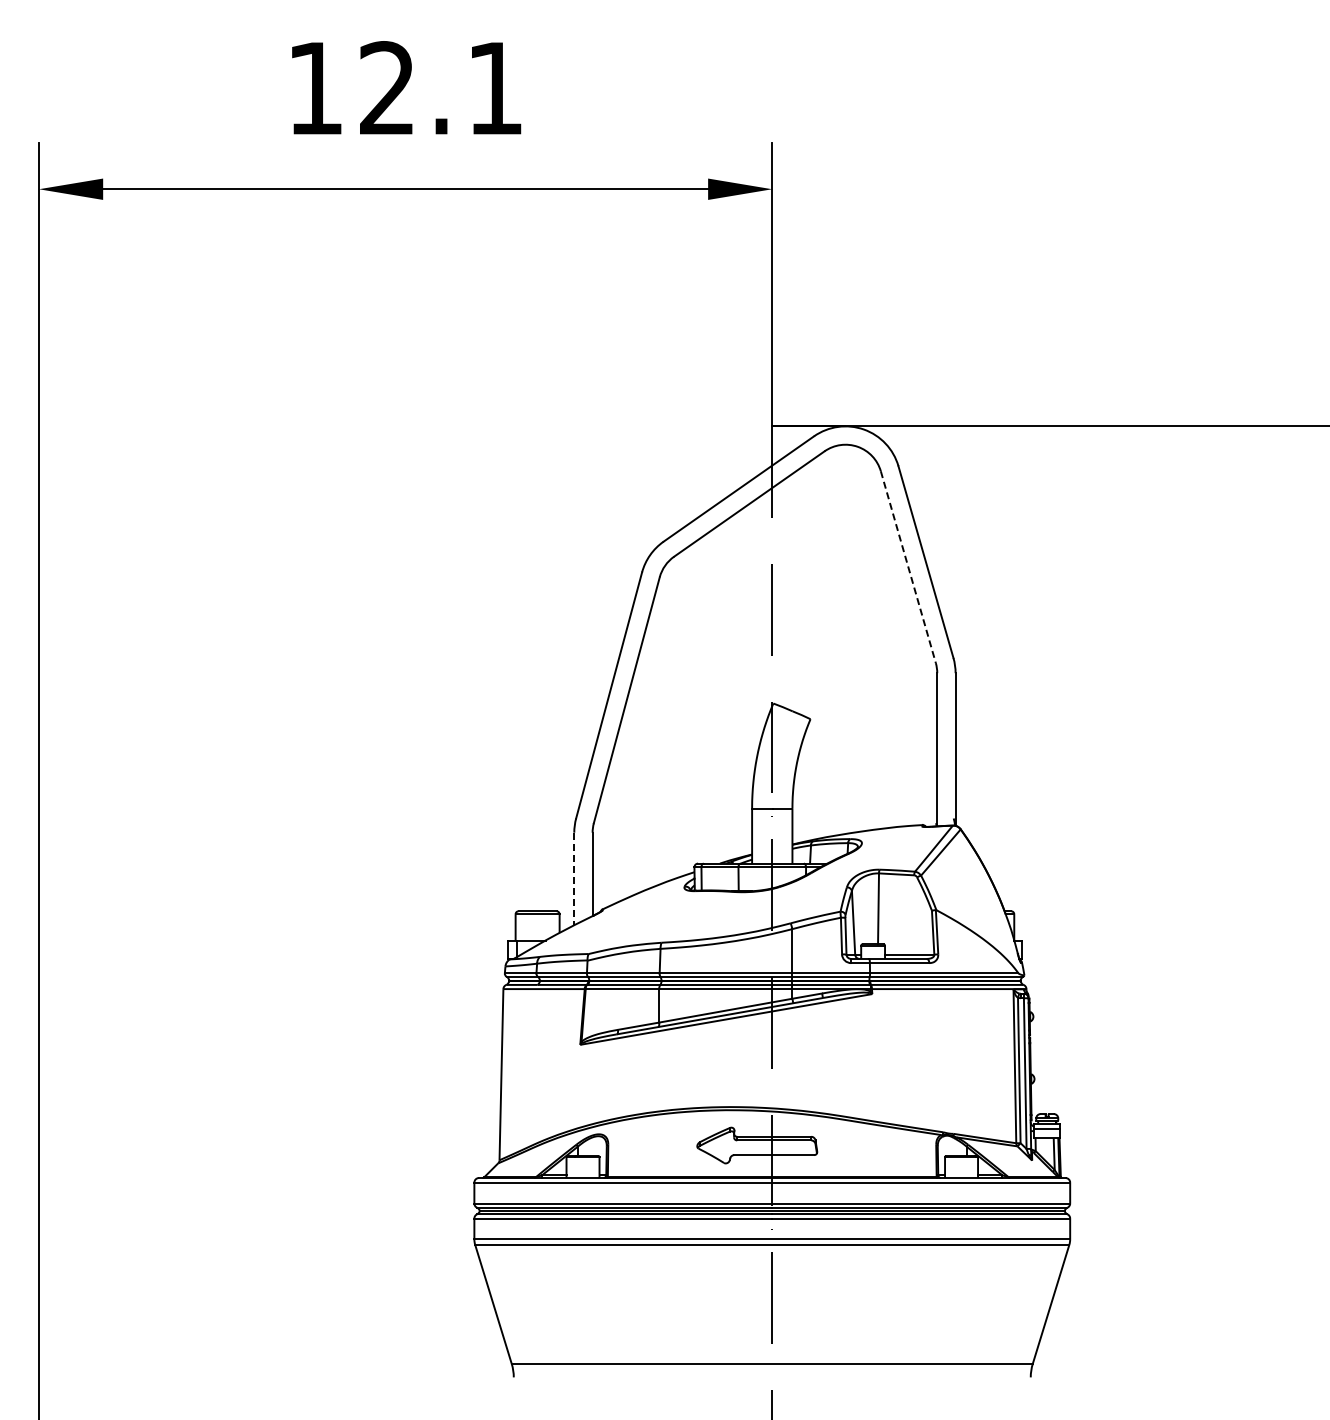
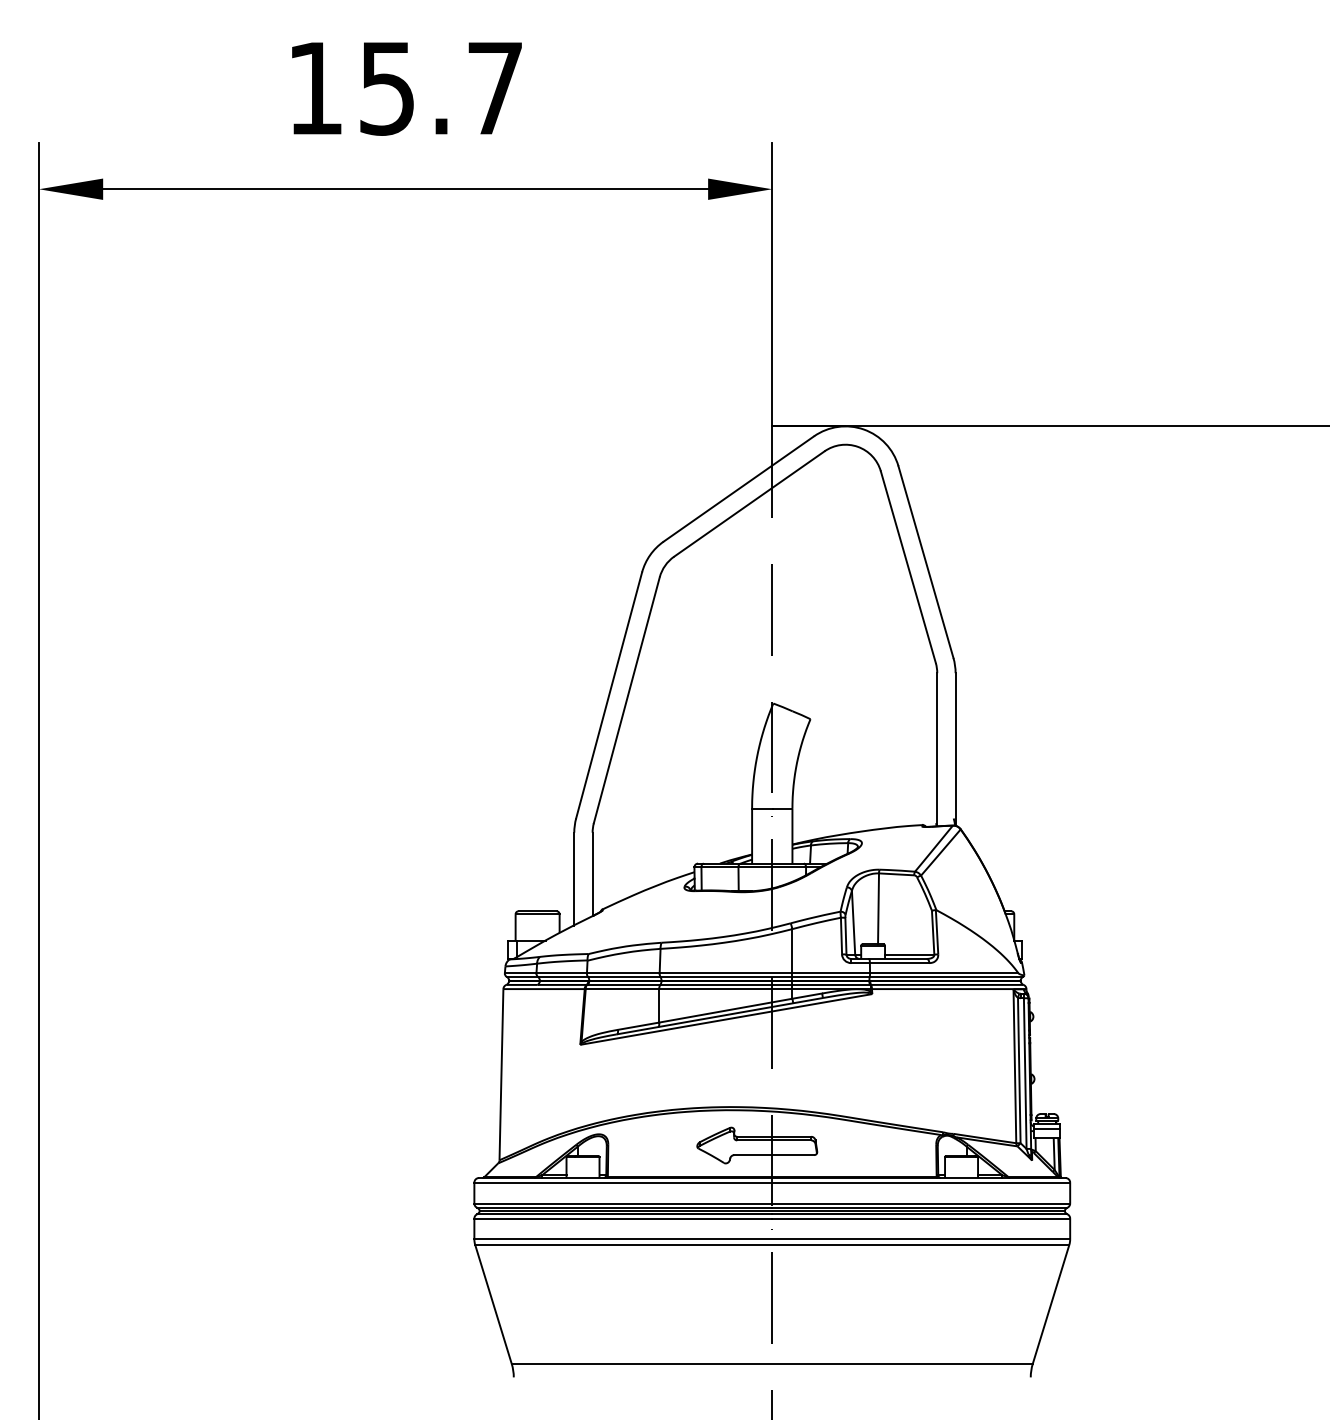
text at (440, 88): 12.1 -> 15.7
line at (908, 567): dashed -> solid
line at (574, 879): dashed -> solid
